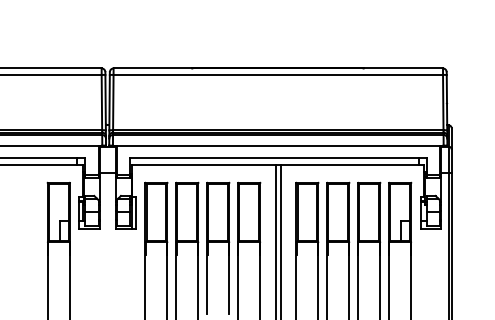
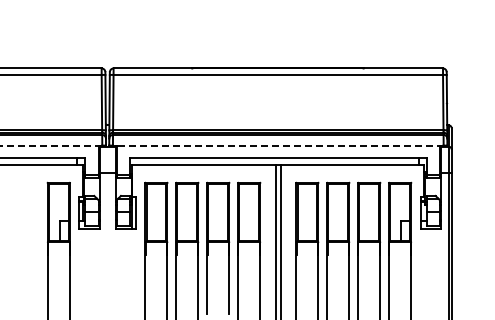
line at (51, 145): solid -> dashed
line at (277, 145): solid -> dashed
